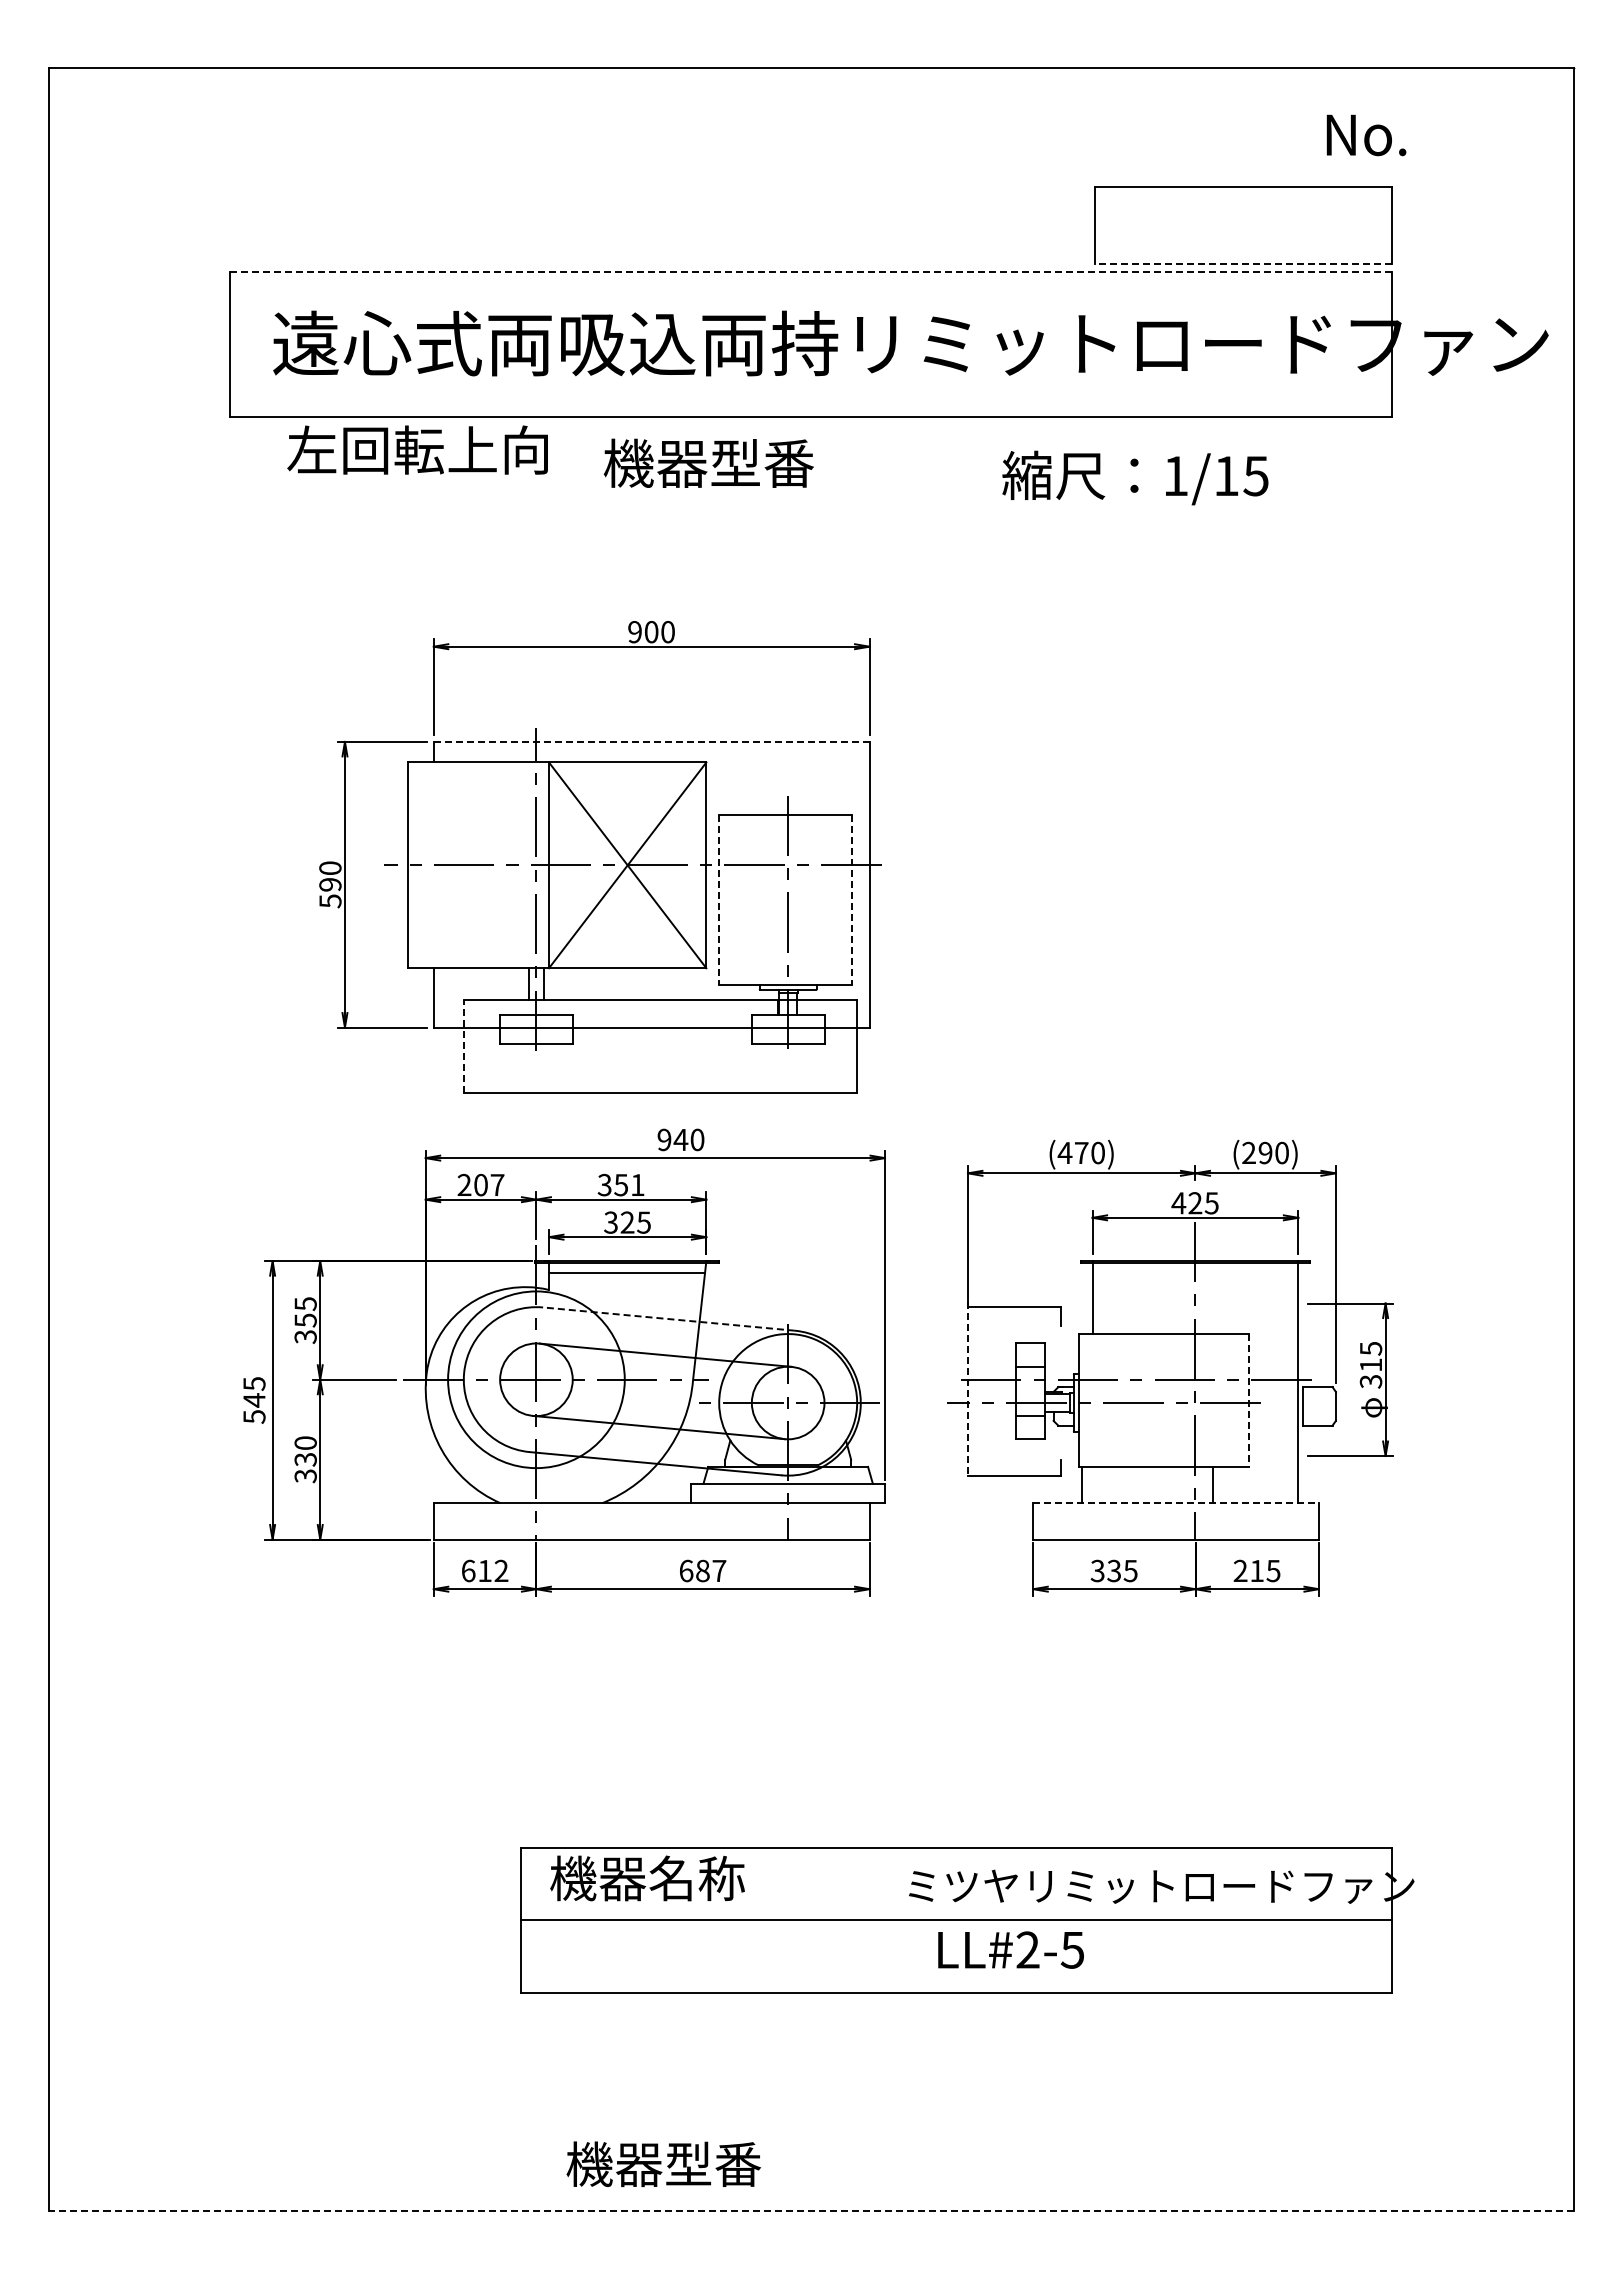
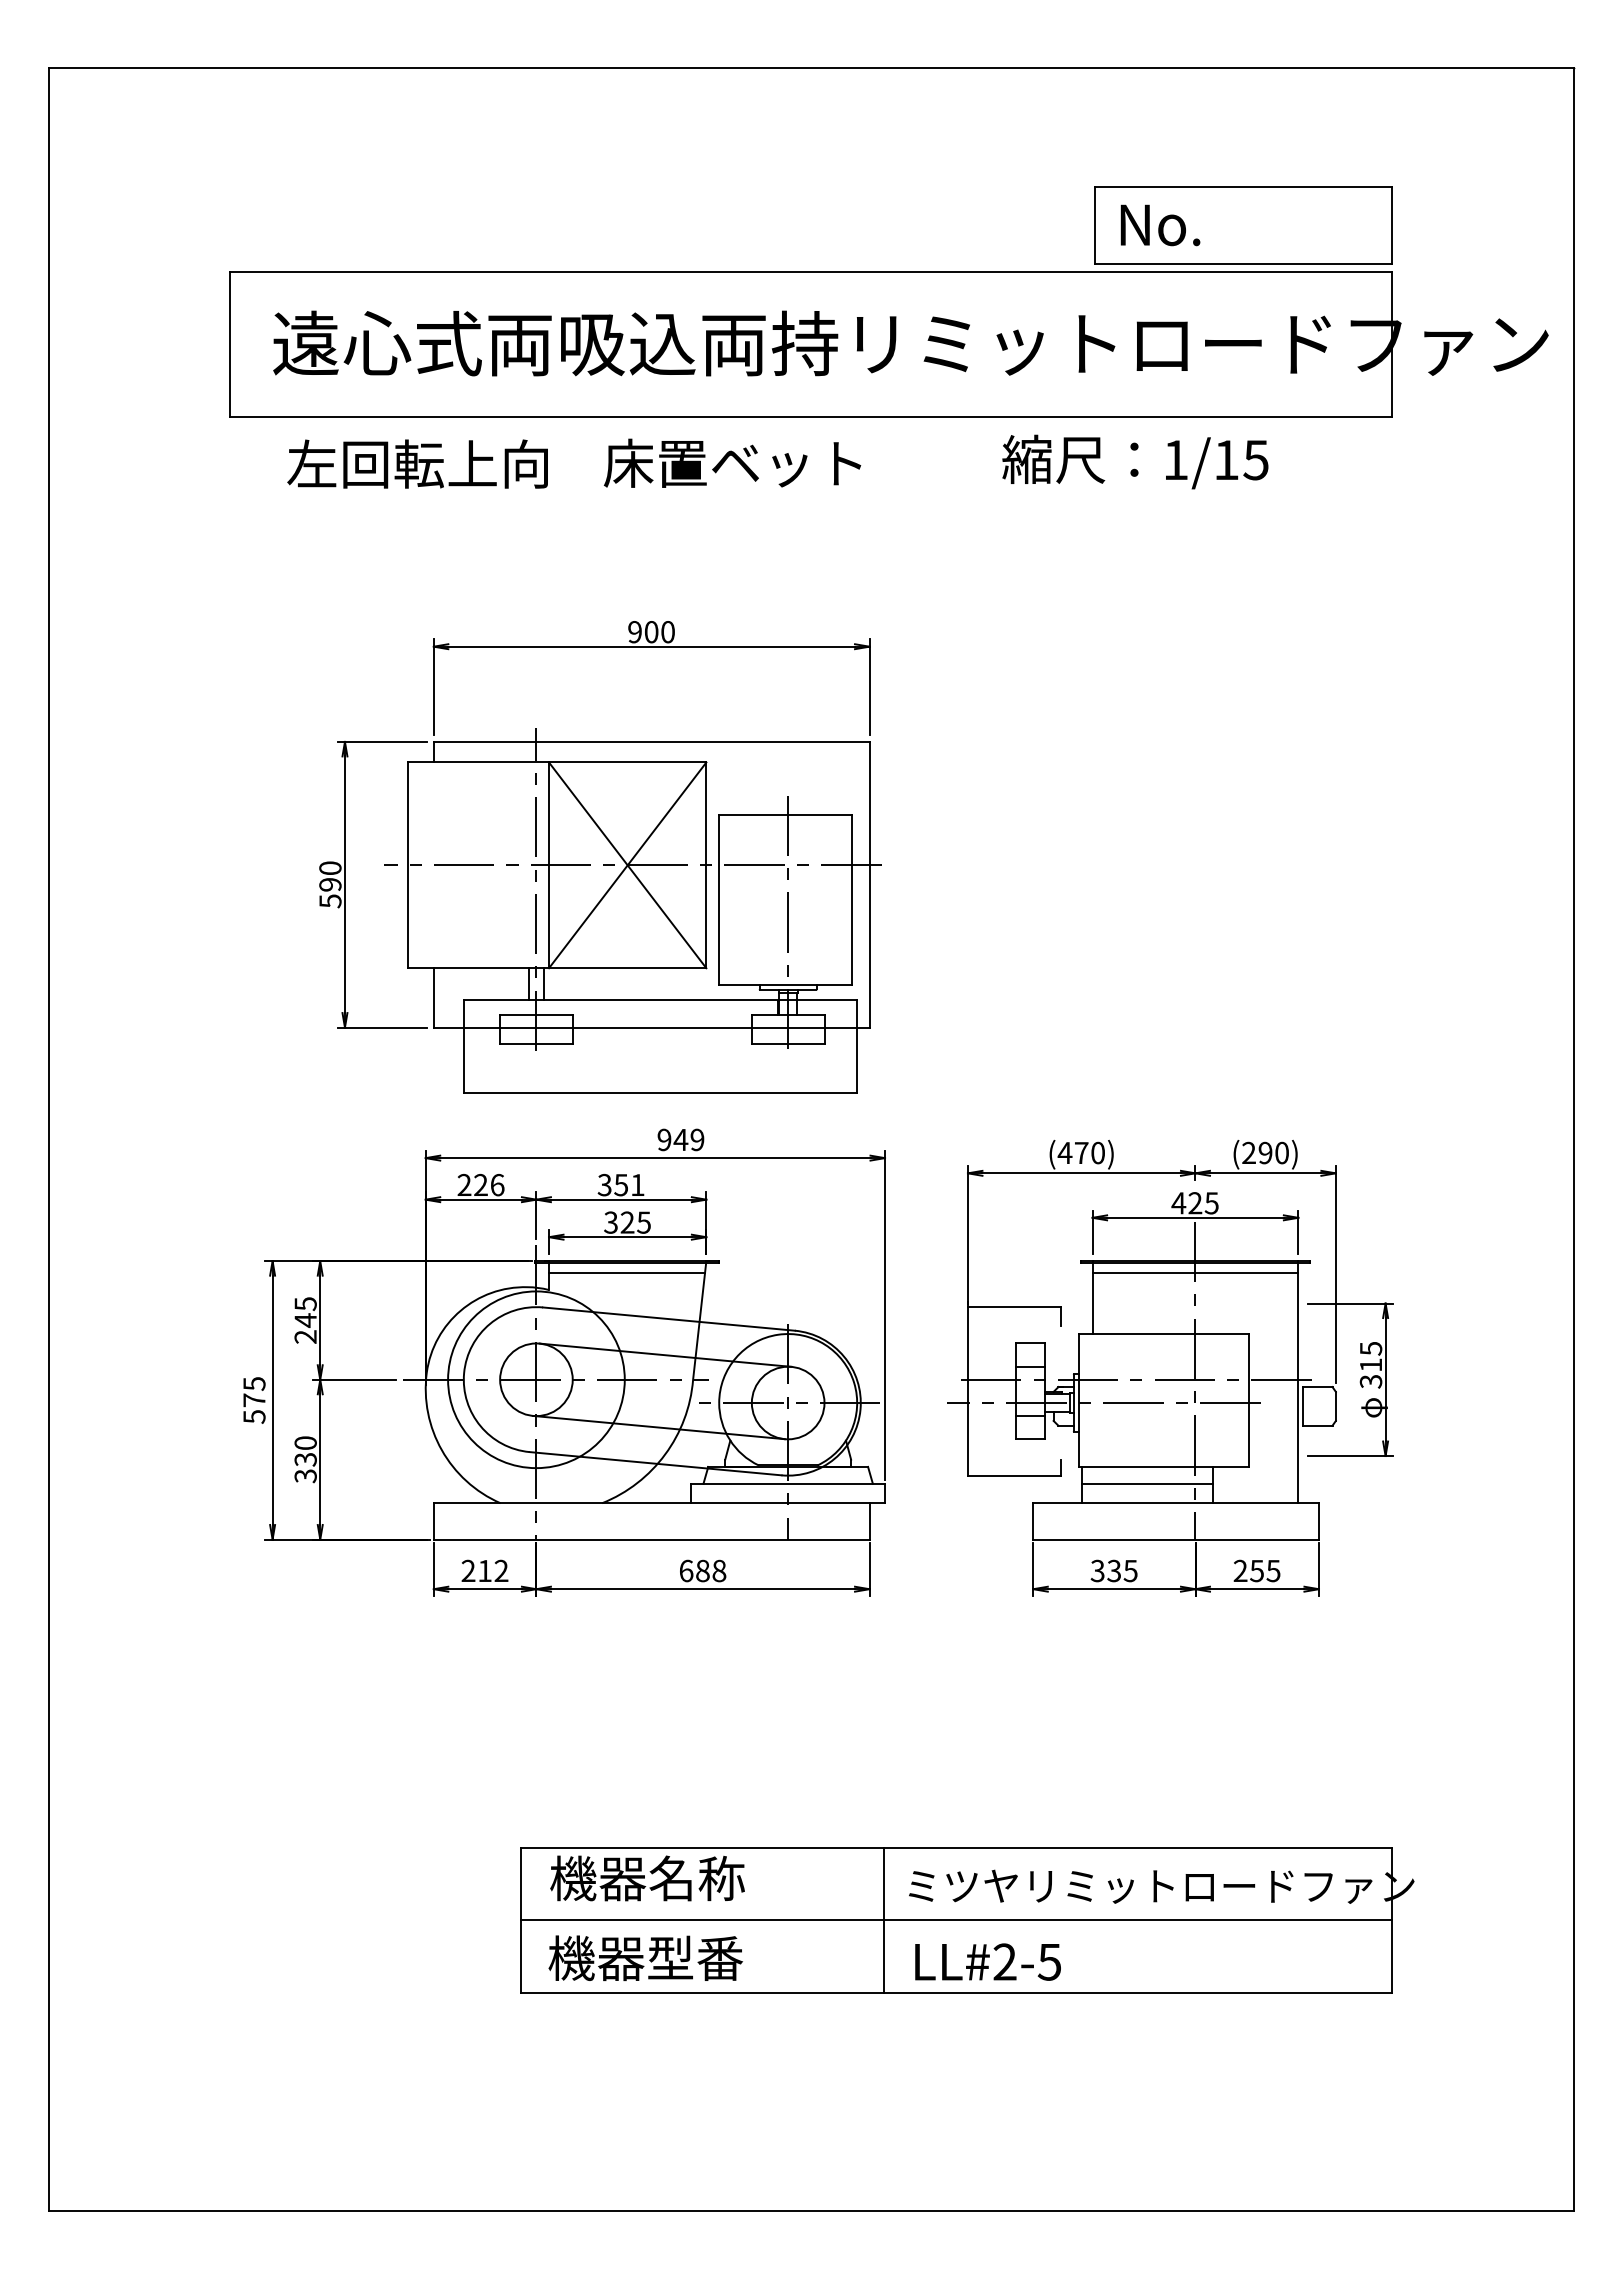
text at (1366, 135) position: (1366, 135) -> (1160, 225)
line at (1243, 263): dashed -> solid
line at (811, 272): dashed -> solid
text at (417, 449) position: (417, 449) -> (417, 463)
text at (732, 462): 機器型番 -> 床置ベット
text at (1135, 477) position: (1135, 477) -> (1135, 461)
line at (651, 741): dashed -> solid
line at (719, 900): dashed -> solid
line at (852, 900): dashed -> solid
line at (463, 1045): dashed -> solid
text at (697, 1139): 940 -> 949
text at (489, 1184): 207 -> 226
line at (1195, 1273): none -> present
line at (668, 1319): dashed -> solid
text at (305, 1328): 355 -> 245
line at (967, 1389): dashed -> solid
text at (254, 1400): 545 -> 575
line at (1249, 1401): dashed -> solid
line at (1146, 1483): none -> present
line at (1176, 1503): dashed -> solid
text at (468, 1570): 612 -> 212
text at (719, 1570): 687 -> 688
text at (1256, 1571): 215 -> 255
line at (883, 1919): none -> present
text at (1010, 1949) position: (1010, 1949) -> (987, 1961)
text at (663, 2163) position: (663, 2163) -> (645, 1957)
line at (810, 2210): dashed -> solid
